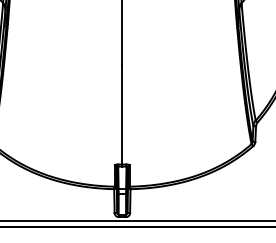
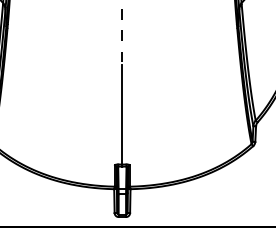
line at (122, 33): solid -> dashed
line at (137, 221): present -> none
